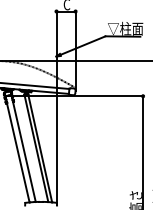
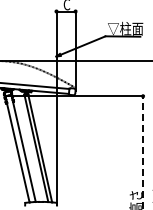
line at (143, 152): solid -> dashed
